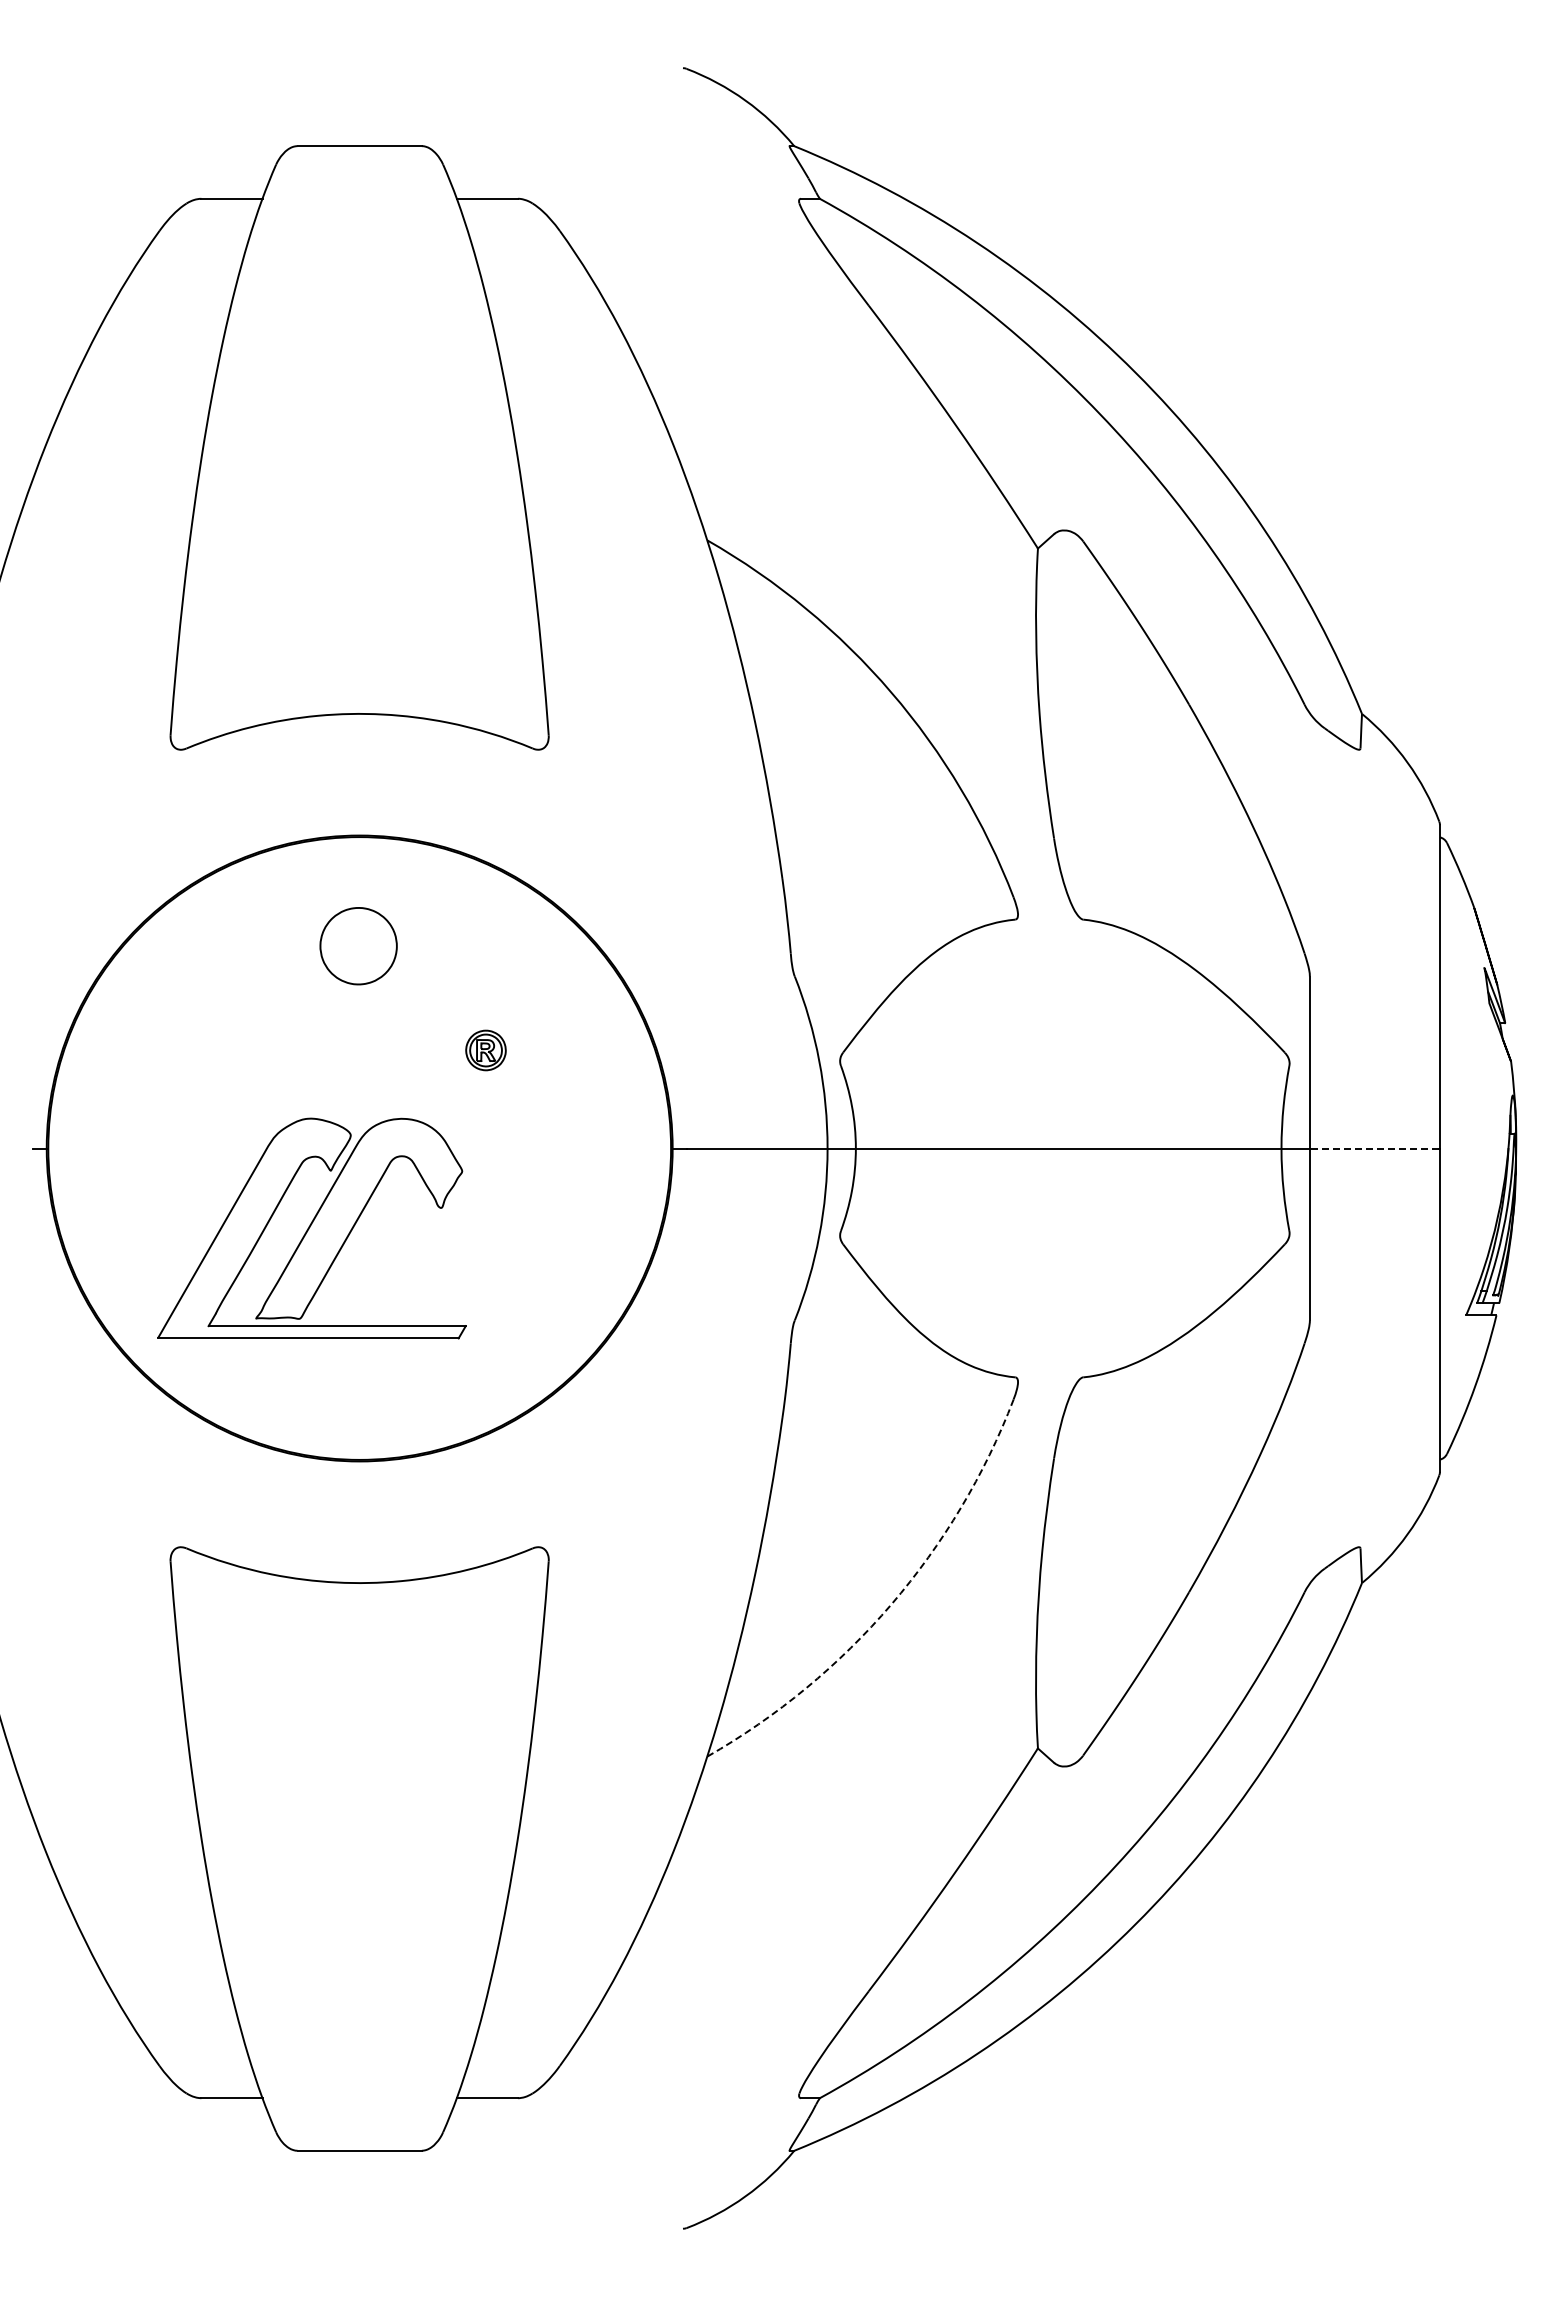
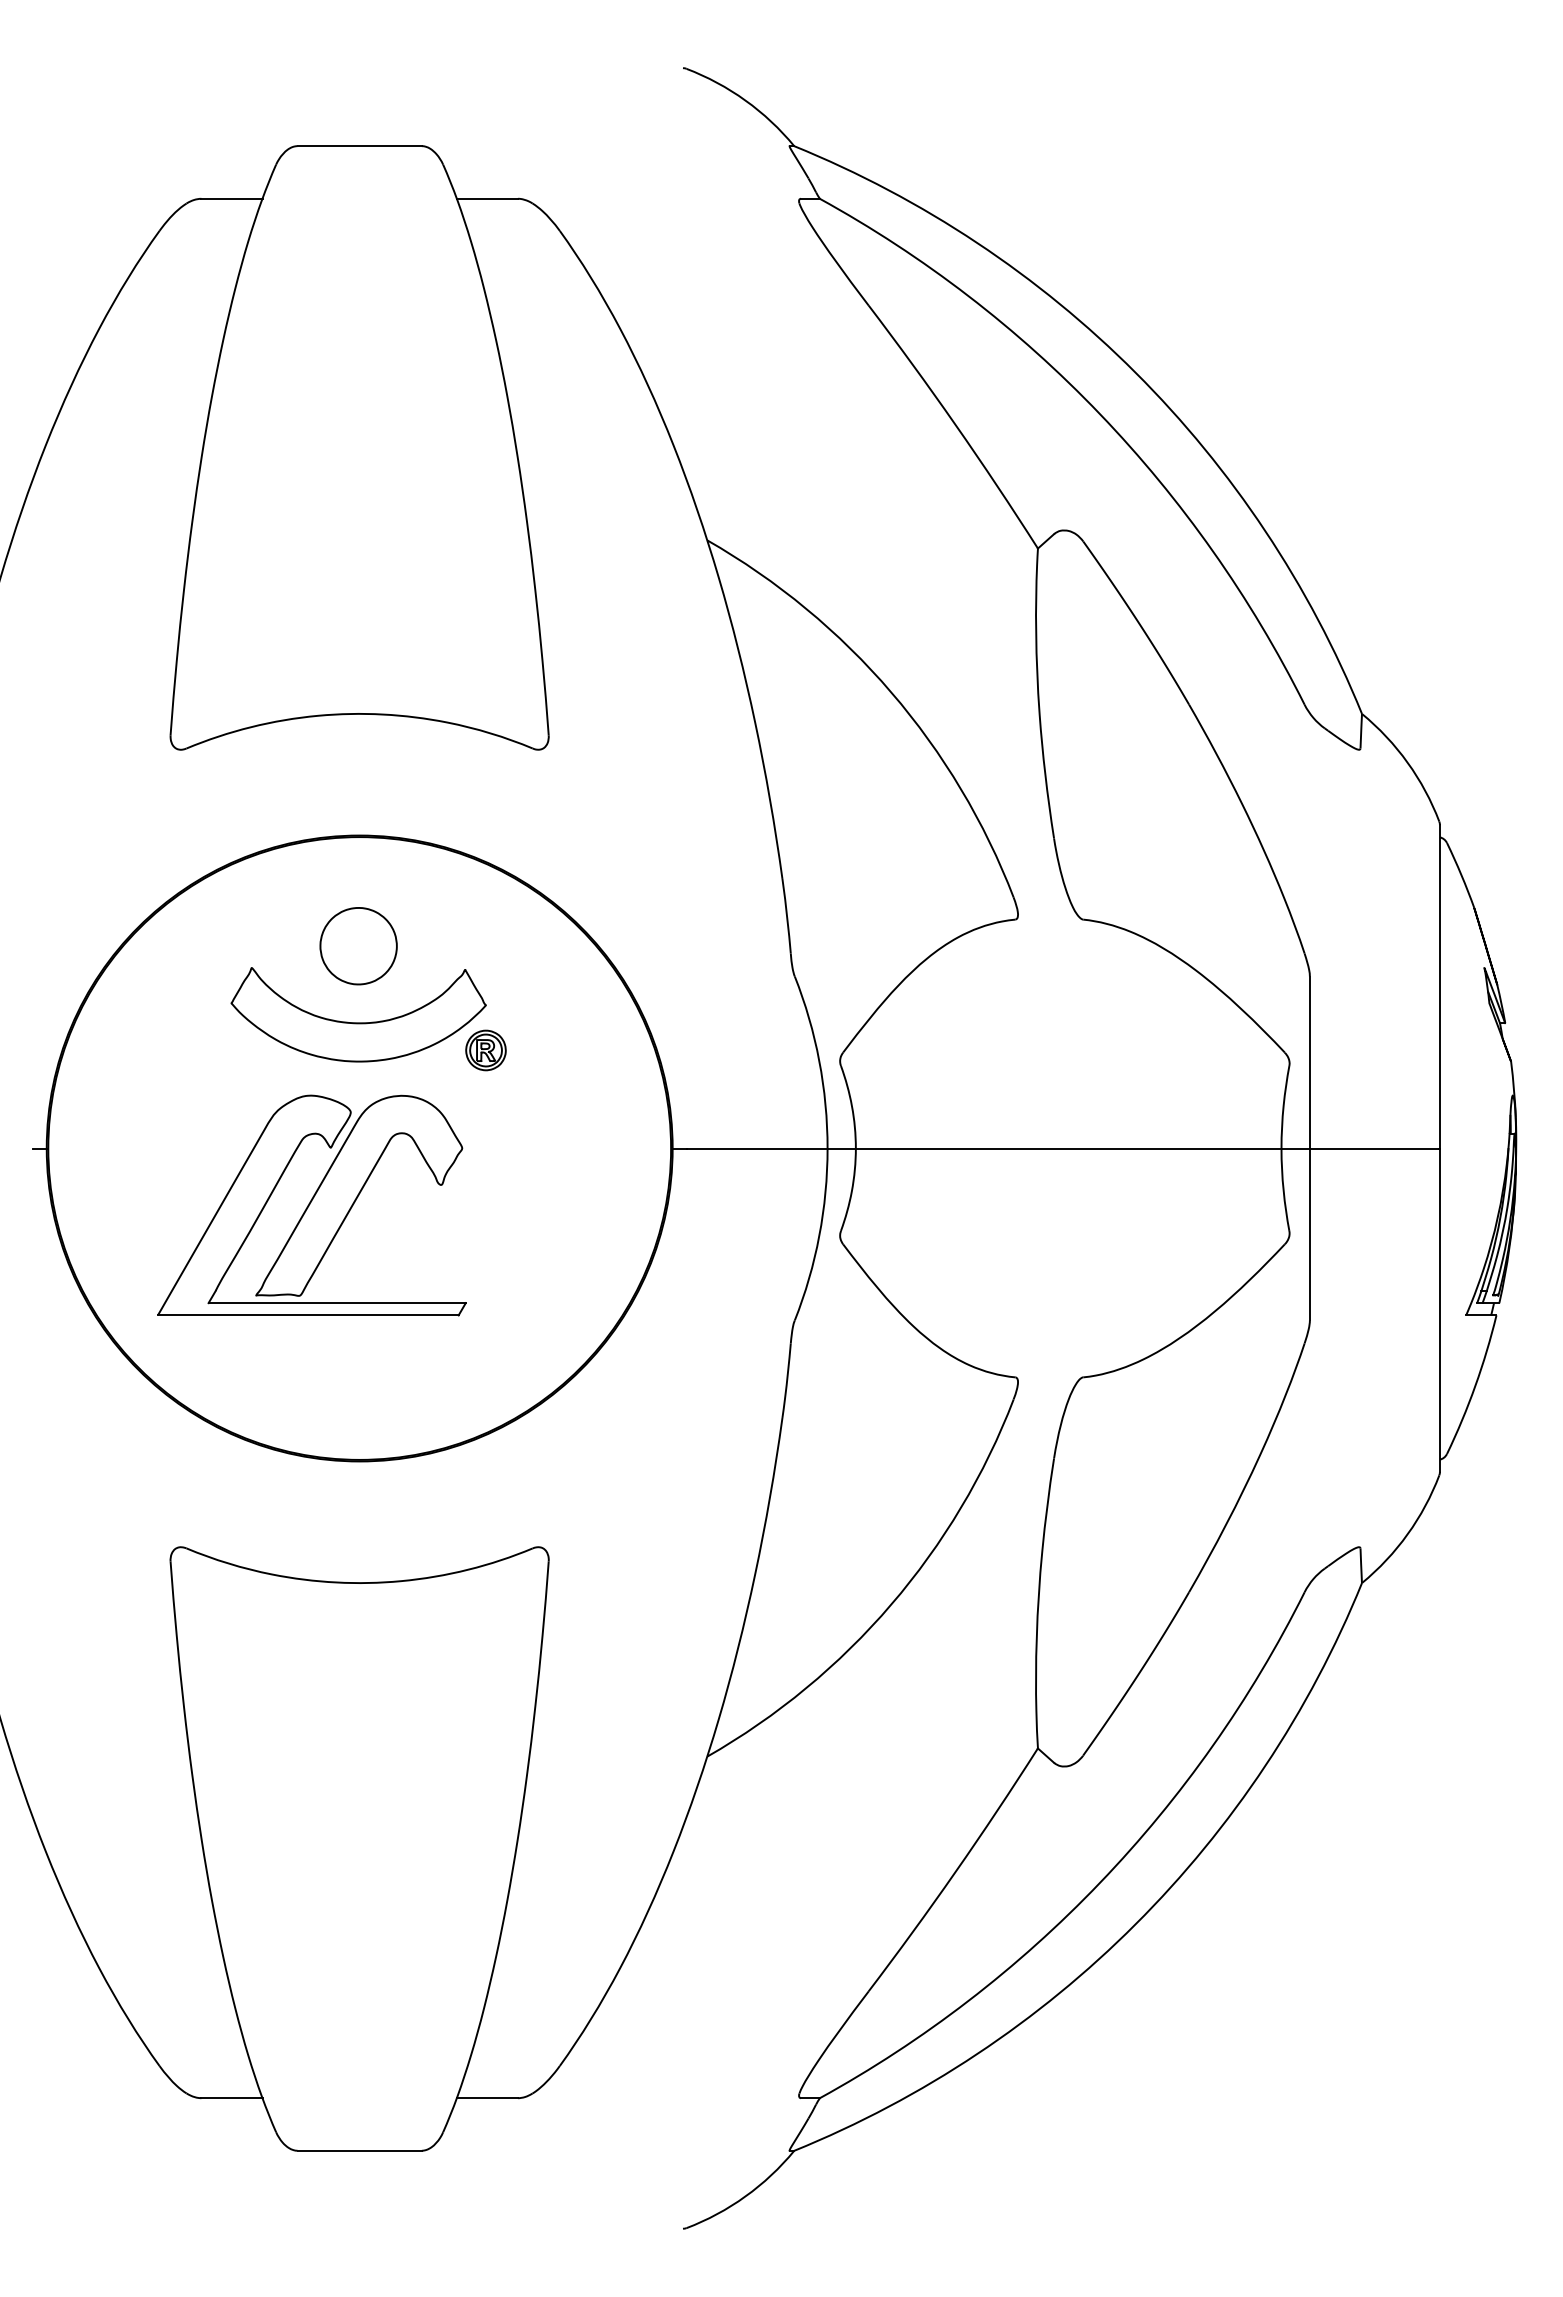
part at (358, 1022): none -> present
line at (1374, 1148): dashed -> solid
part at (311, 1228) position: (311, 1228) -> (311, 1205)
arc at (891, 1604): dashed -> solid
